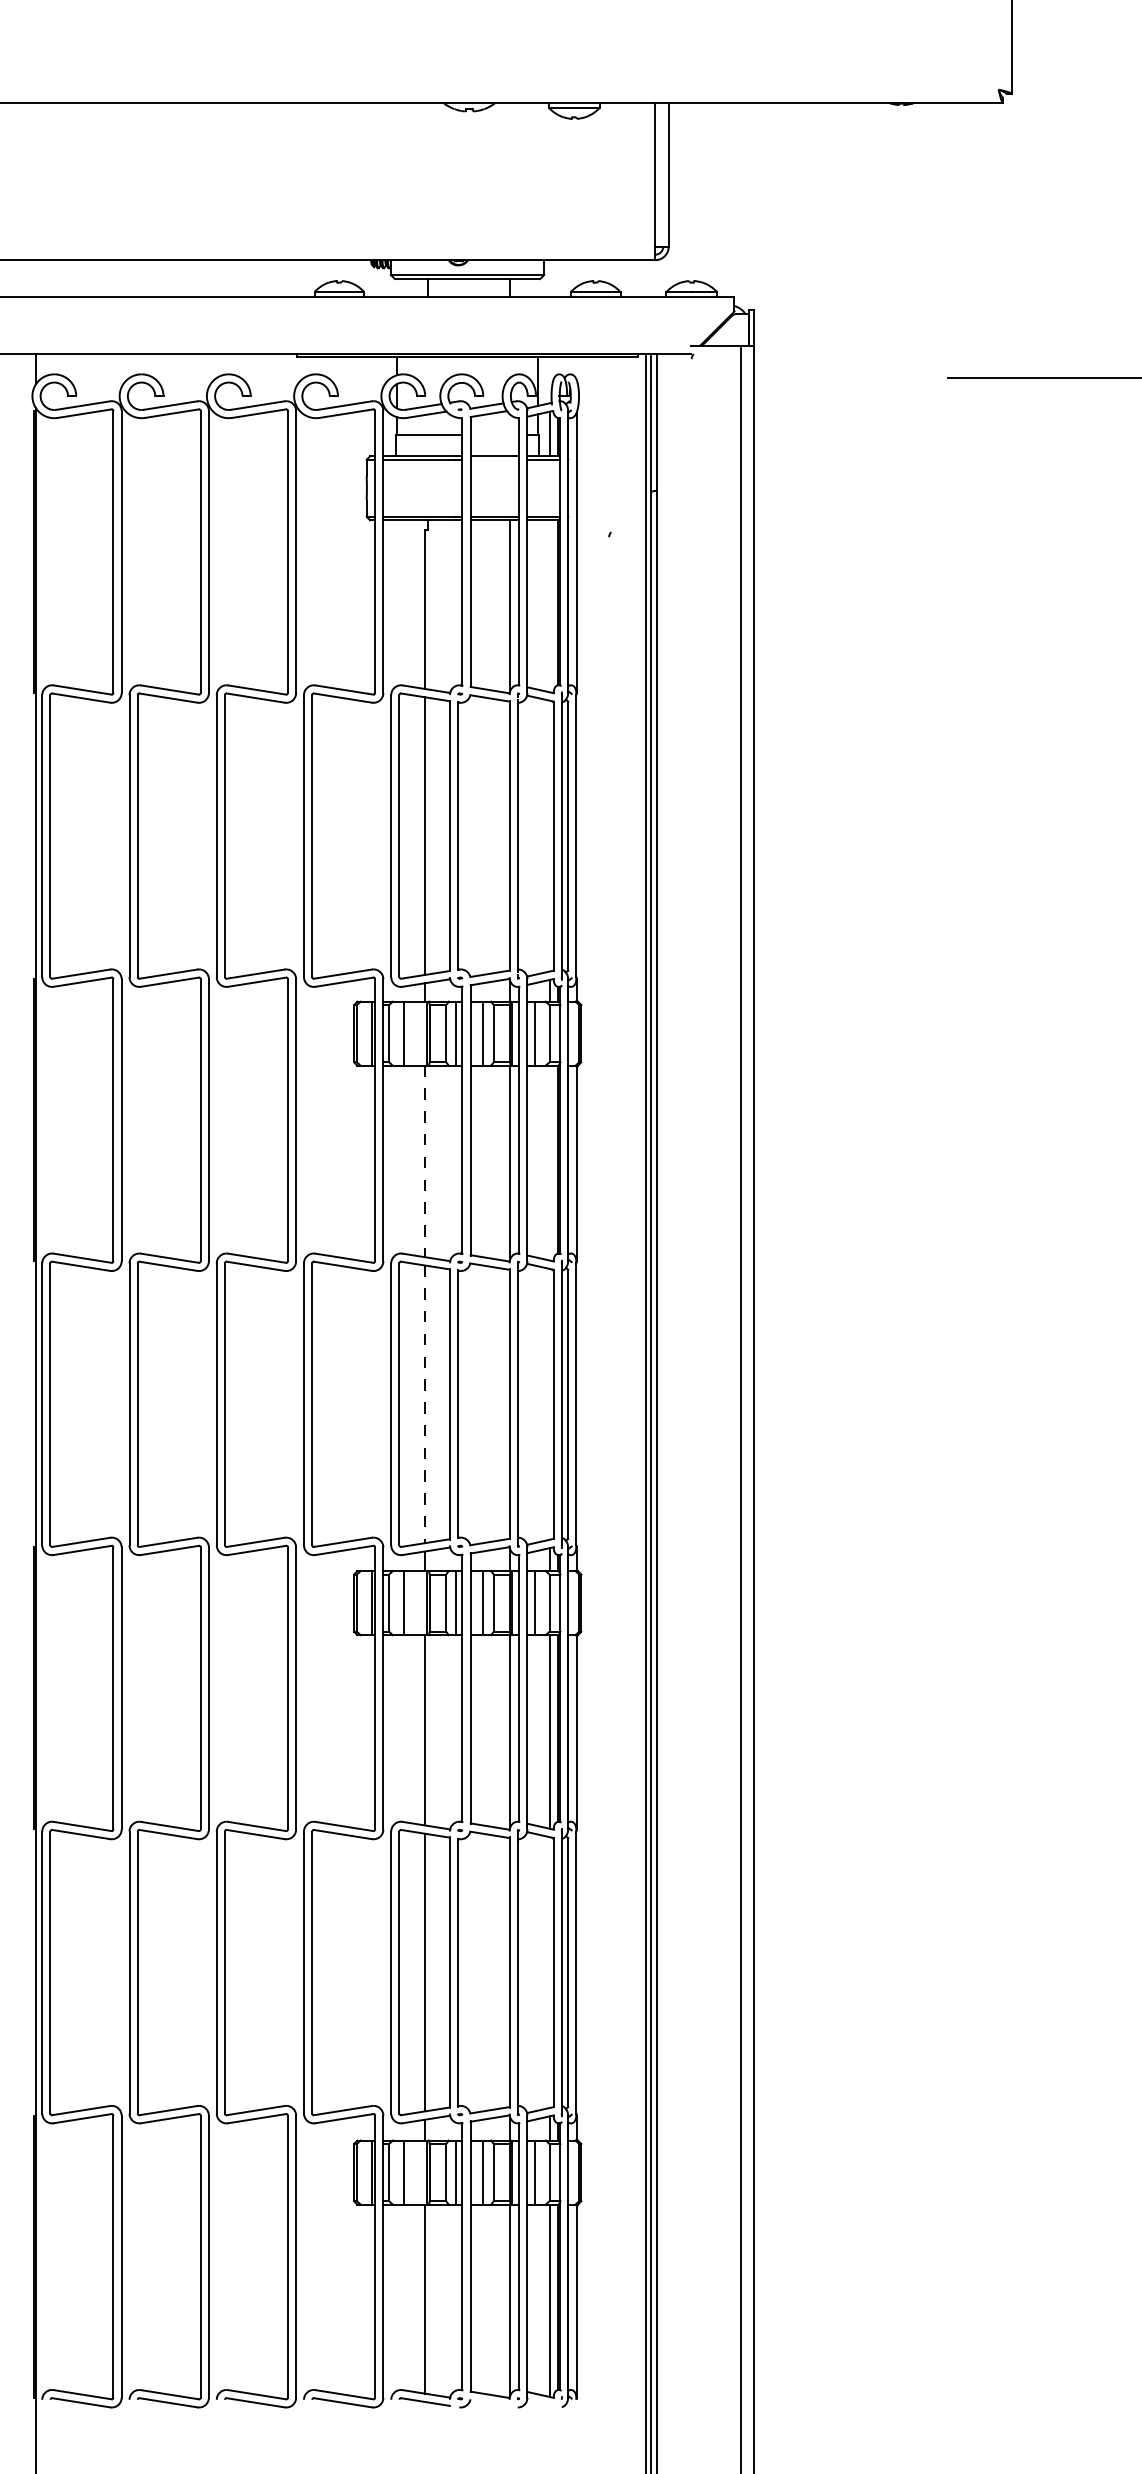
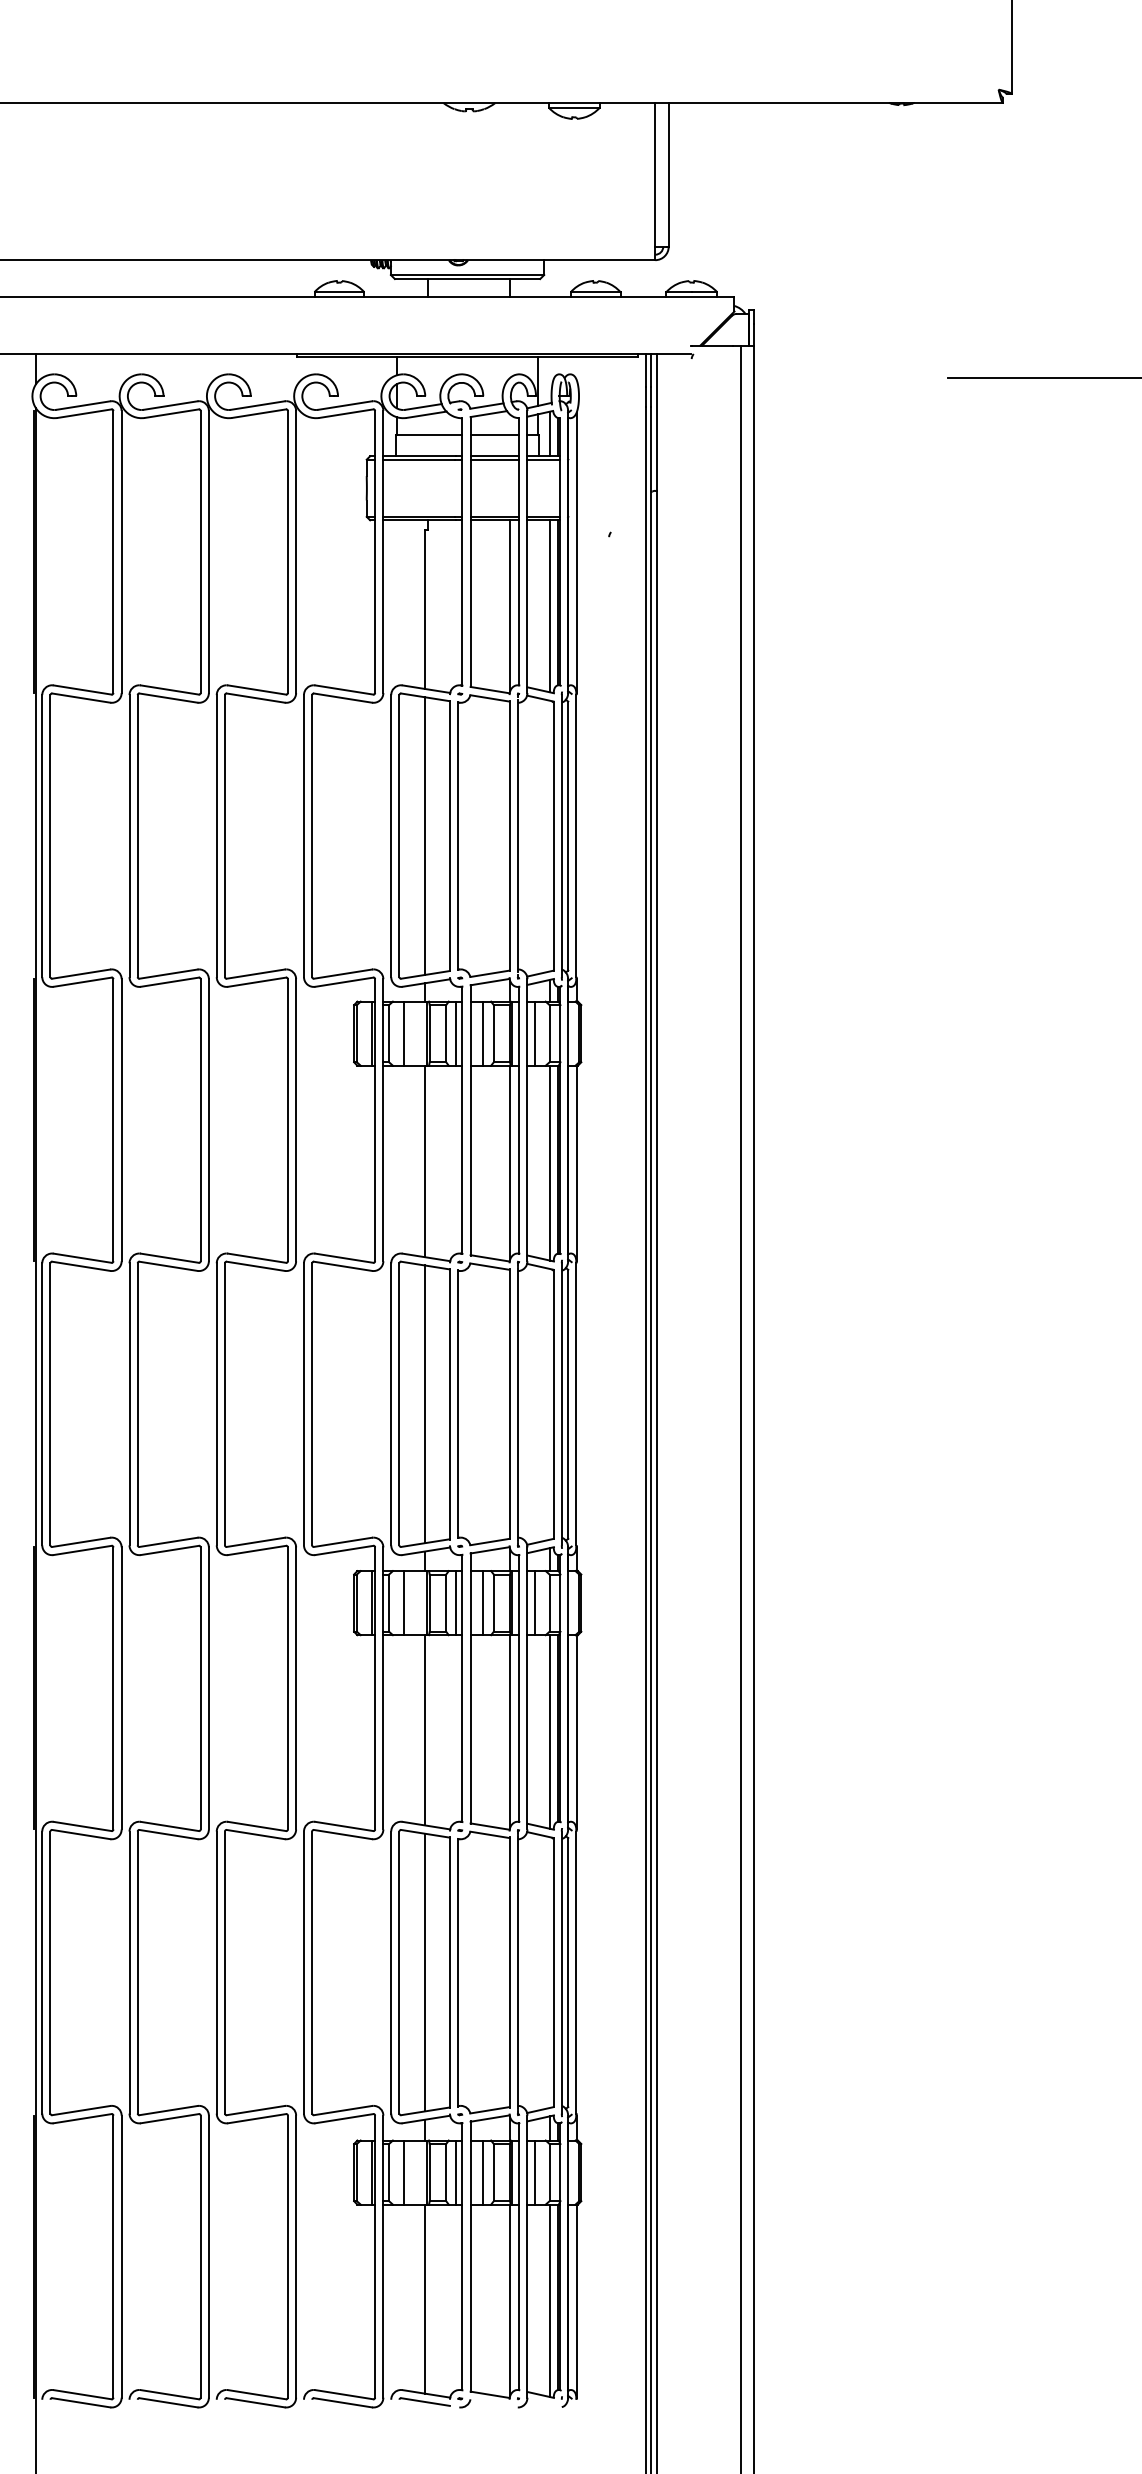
line at (494, 434): none -> present
line at (494, 459): none -> present
line at (549, 606): none -> present
line at (424, 1161): dashed -> solid
line at (549, 1162): none -> present
line at (424, 1404): dashed -> solid
